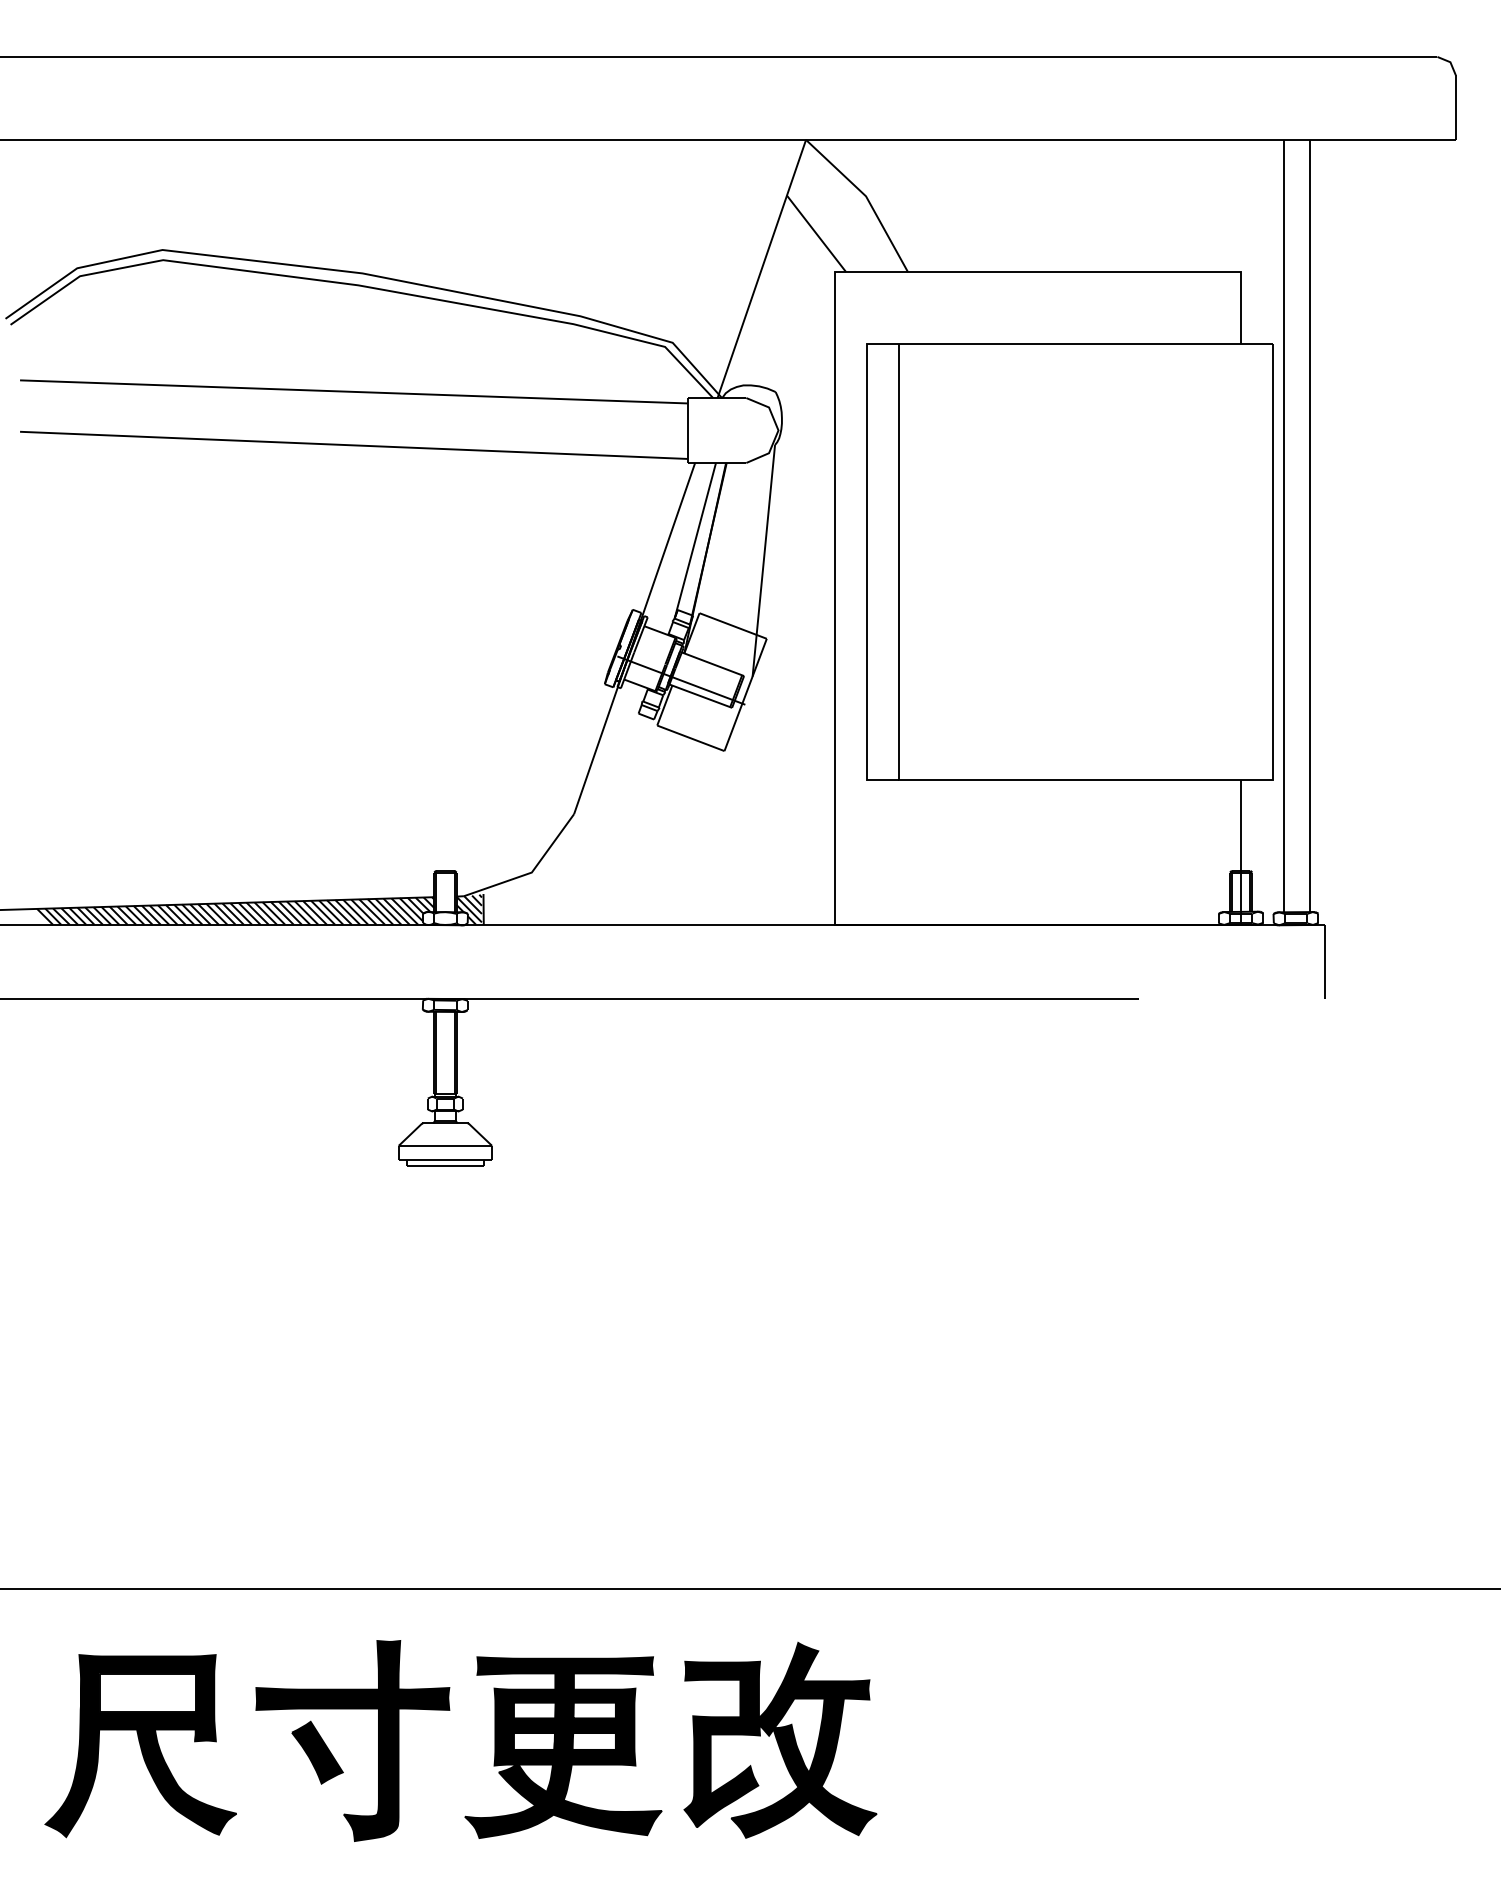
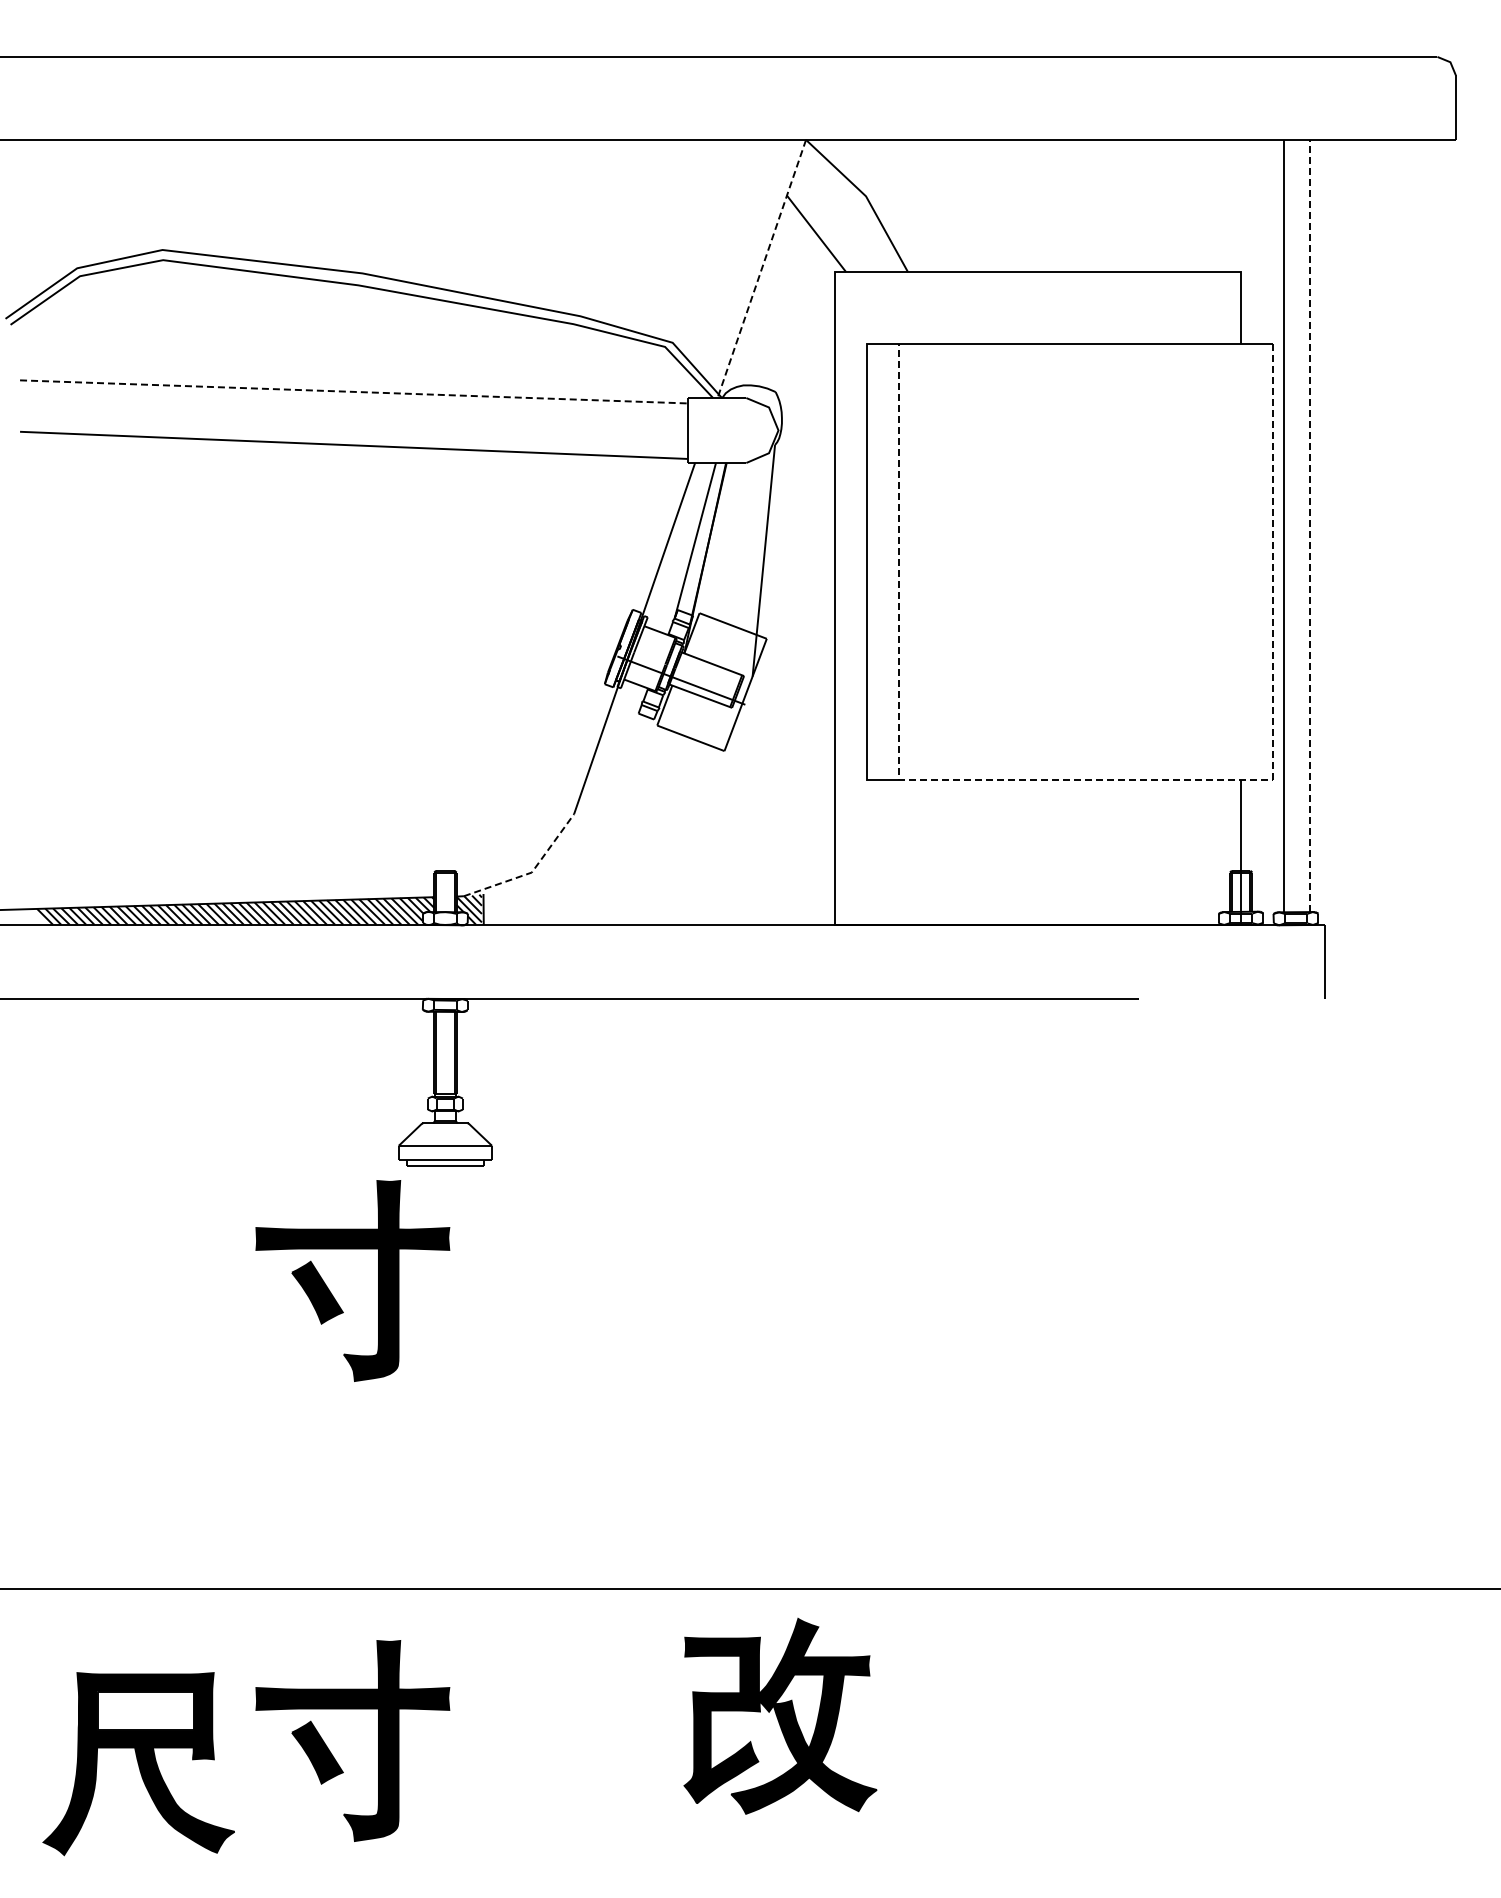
line at (761, 269): solid -> dashed
line at (353, 391): solid -> dashed
line at (1309, 525): solid -> dashed
line at (1085, 779): solid -> dashed
line at (531, 872): solid -> dashed
part at (331, 1292): none -> present
part at (780, 1739) position: (780, 1739) -> (780, 1715)
part at (140, 1746) position: (140, 1746) -> (138, 1764)
part at (563, 1747): present -> none
